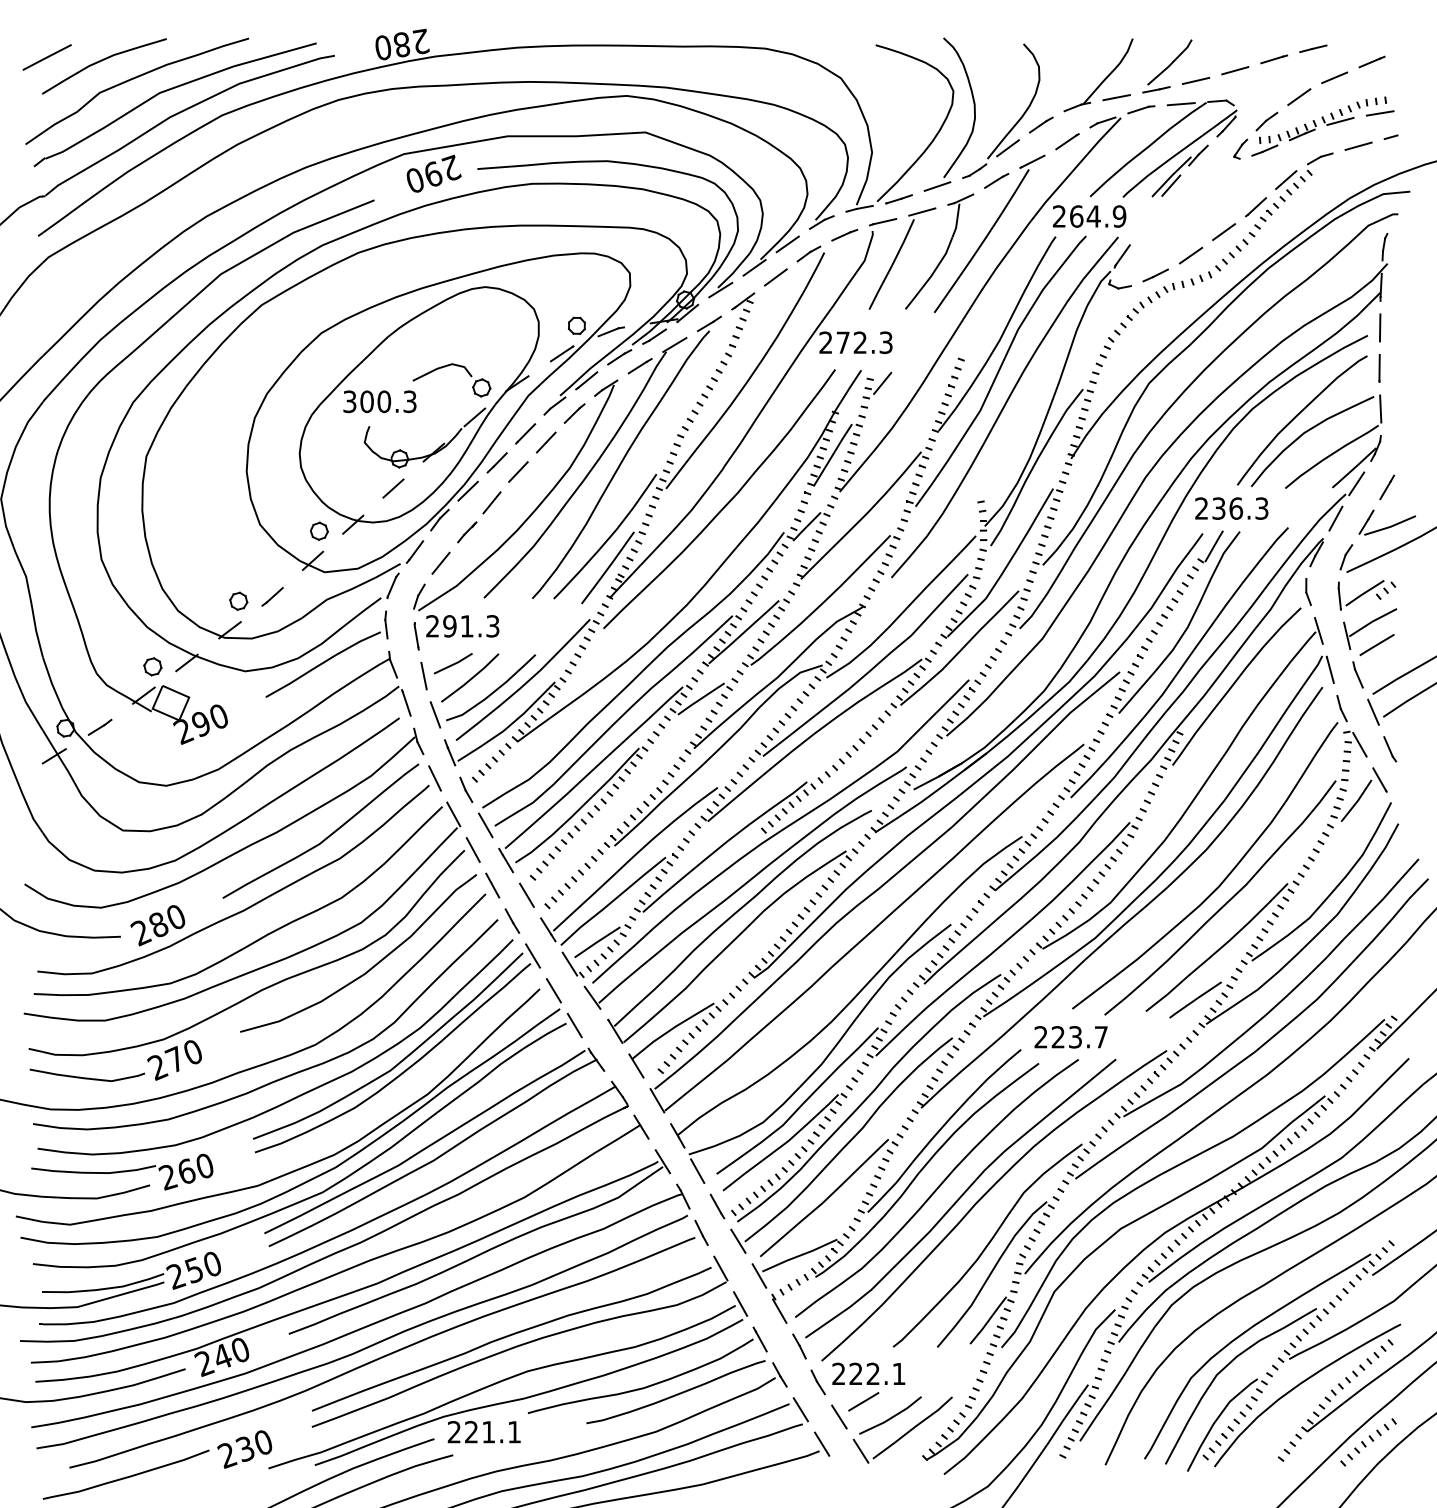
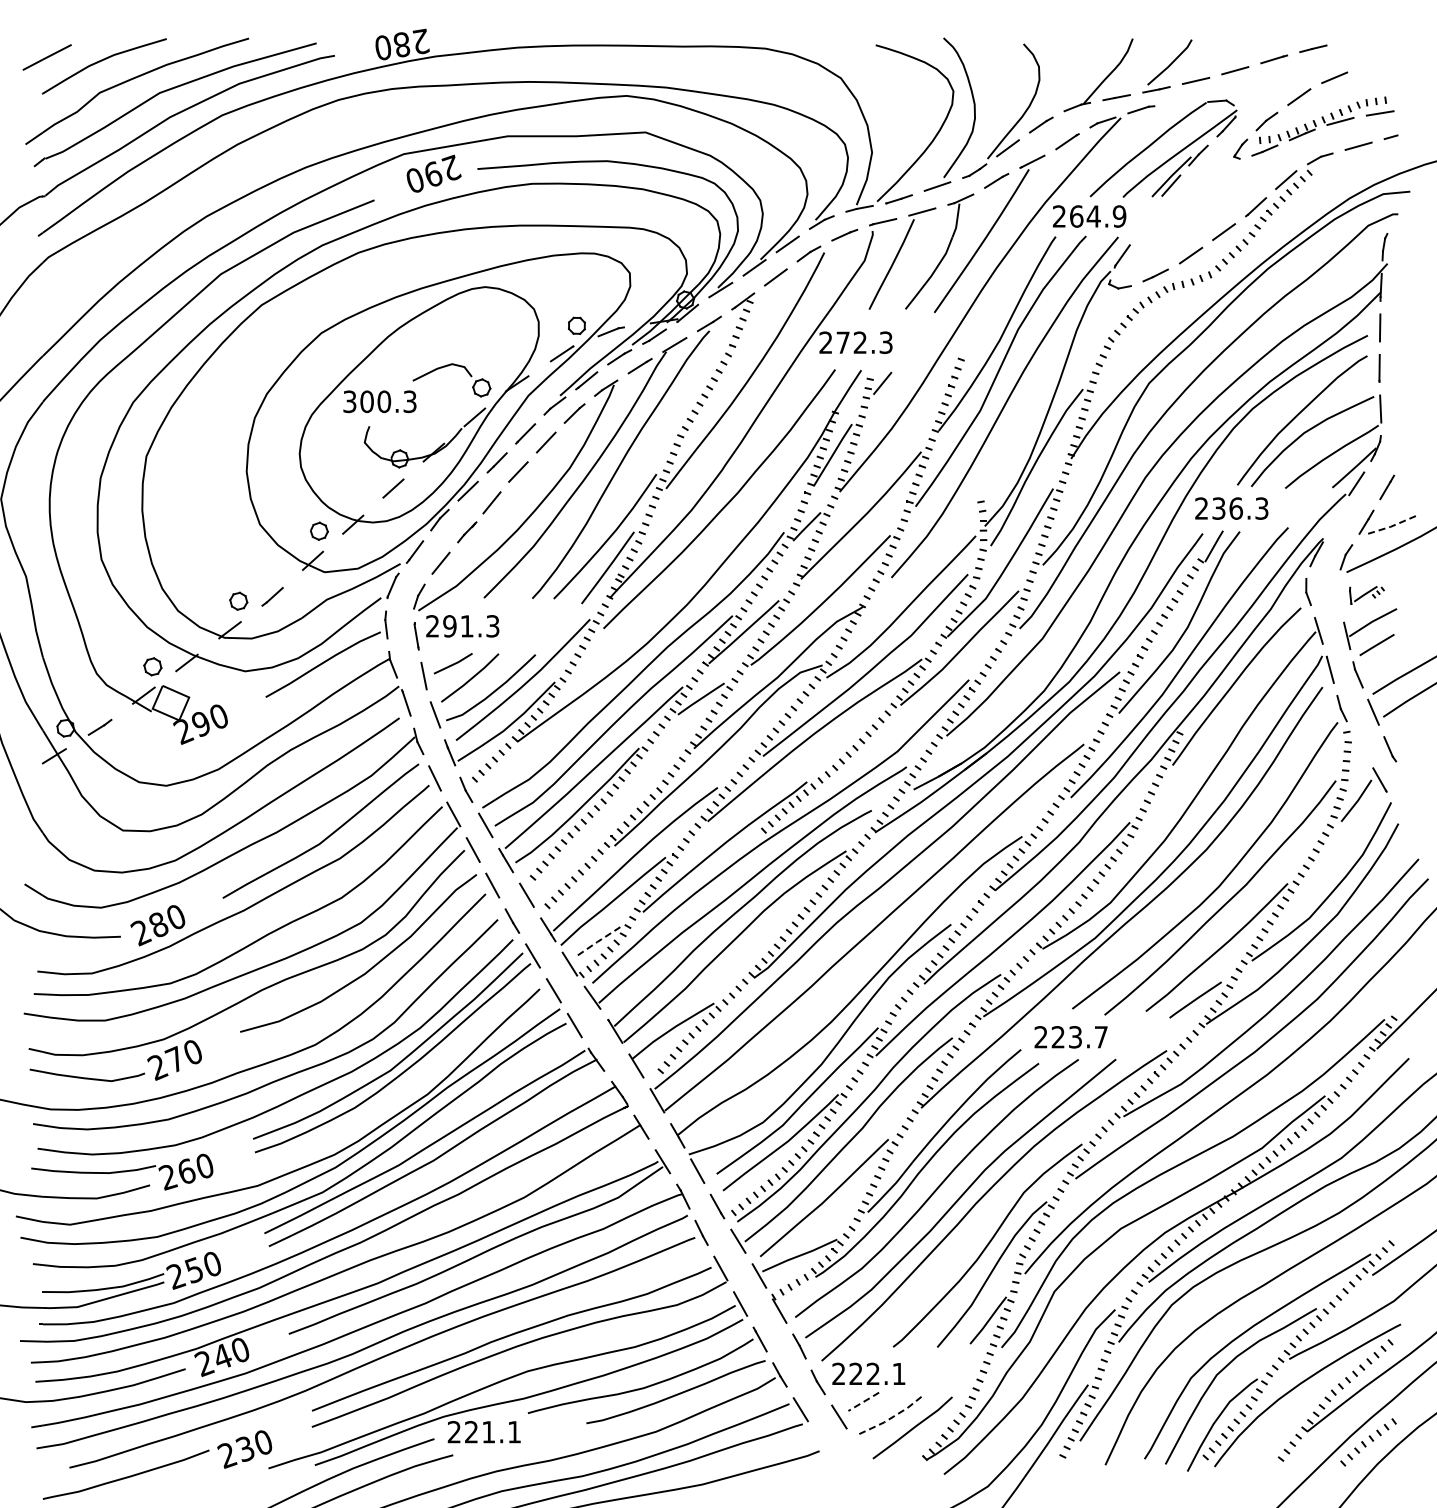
line at (1371, 61): present -> none
line at (1180, 104): present -> none
line at (1335, 518): present -> none
line at (1390, 526): solid -> dashed
part at (1366, 595) size: 60x31 px -> 36x19 px
line at (1359, 744): present -> none
line at (597, 942): solid -> dashed
line at (864, 1401): solid -> dashed
line at (891, 1417): solid -> dashed
line at (822, 1443): present -> none
line at (860, 1450): present -> none
